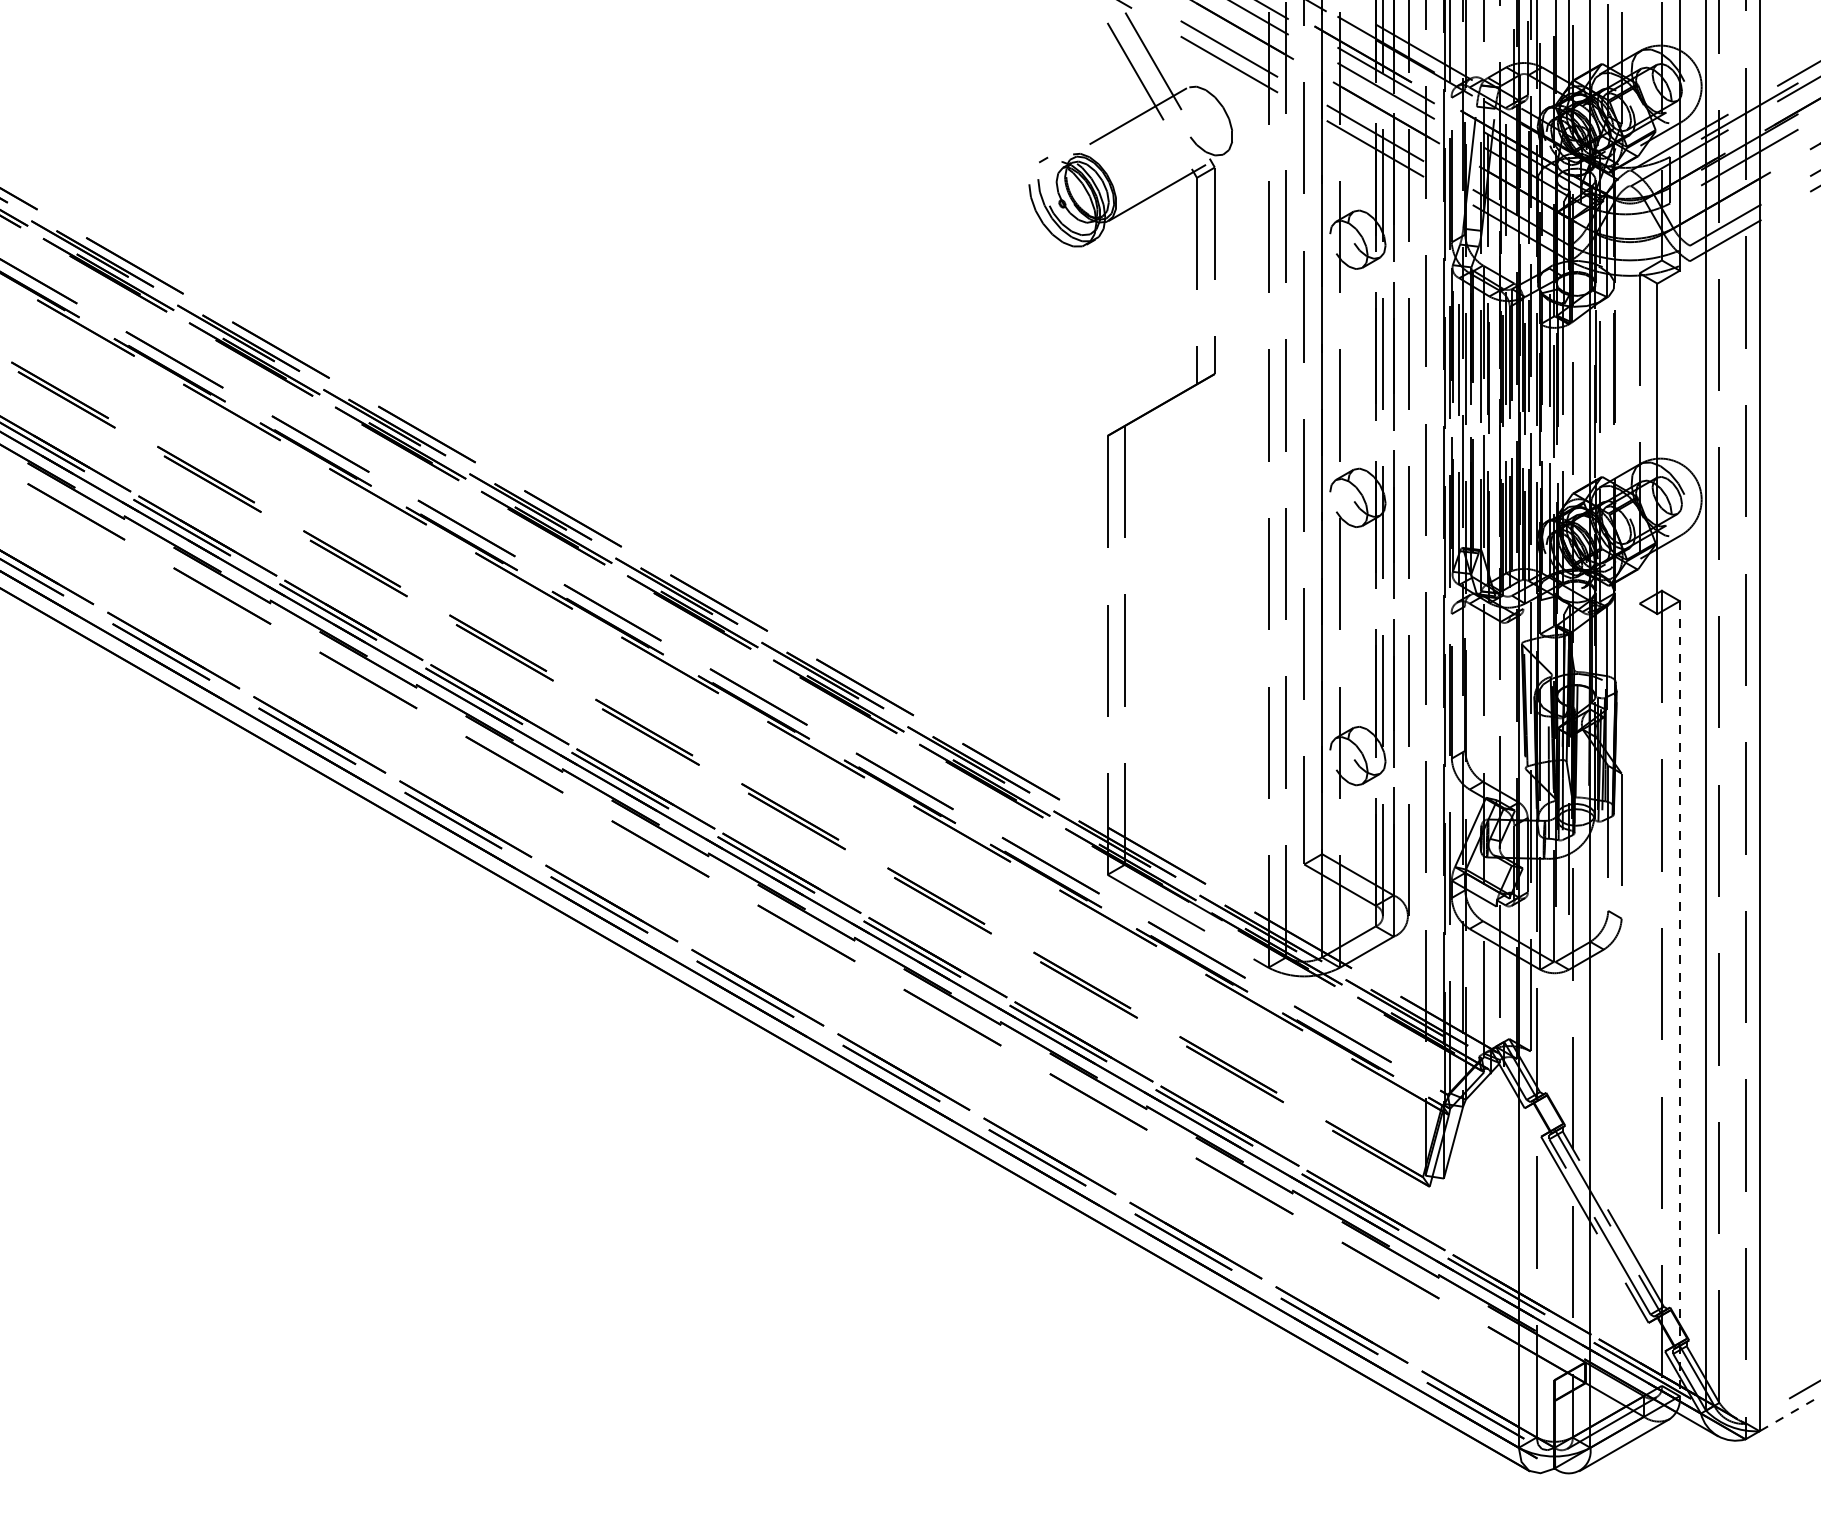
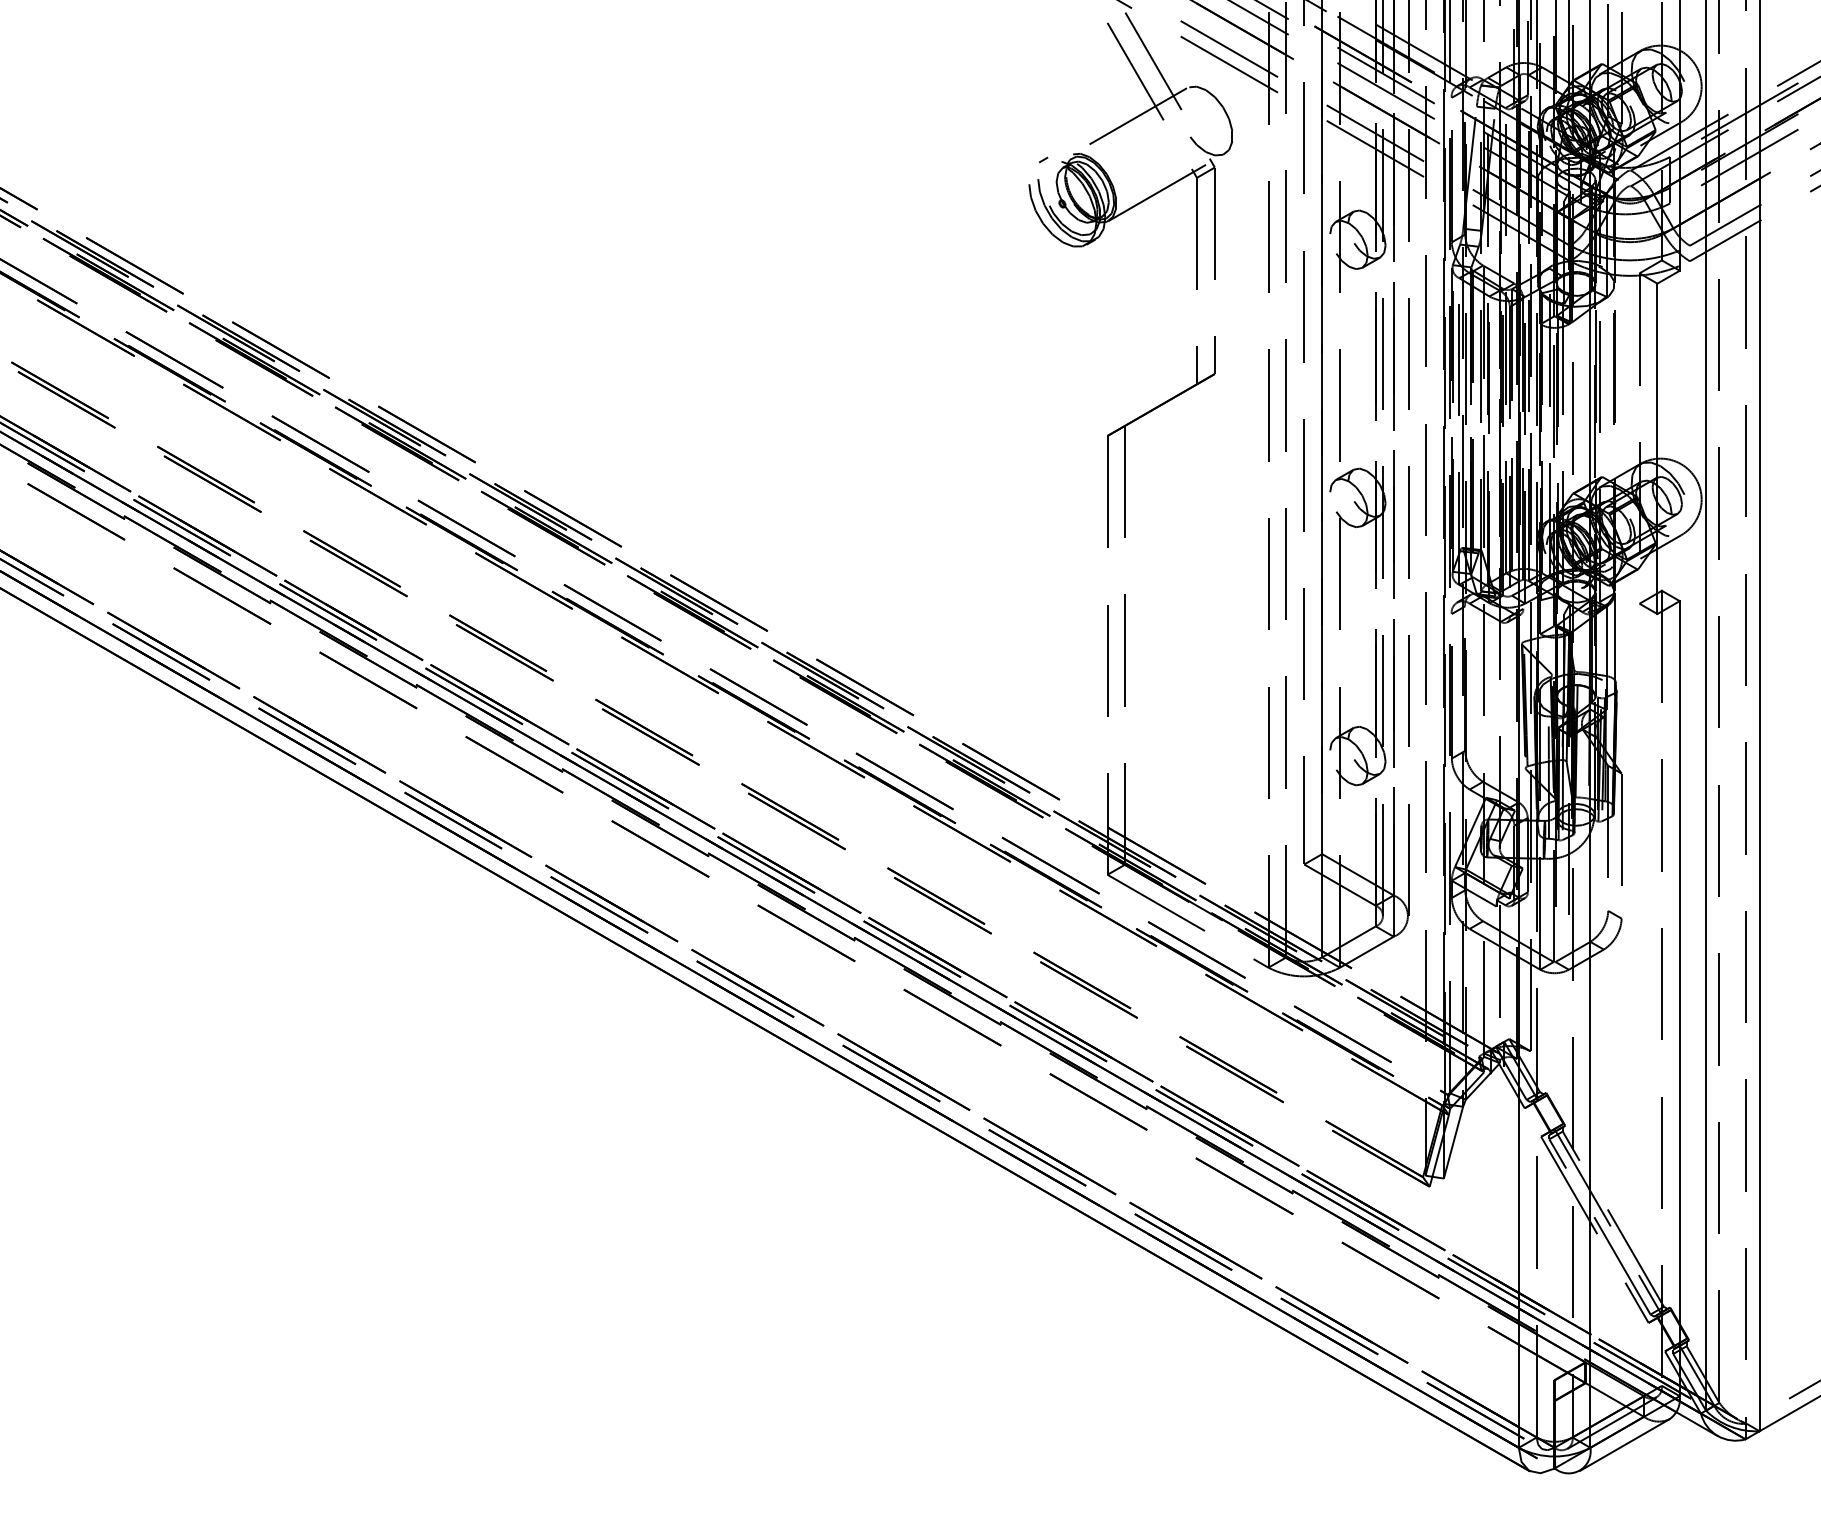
line at (1679, 998): dashed -> solid
line at (1789, 1413): dashed -> solid
